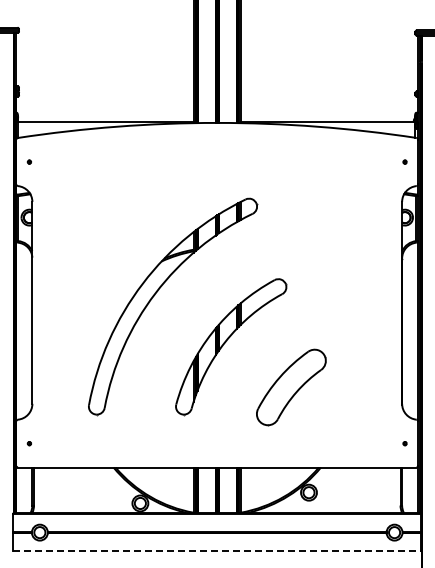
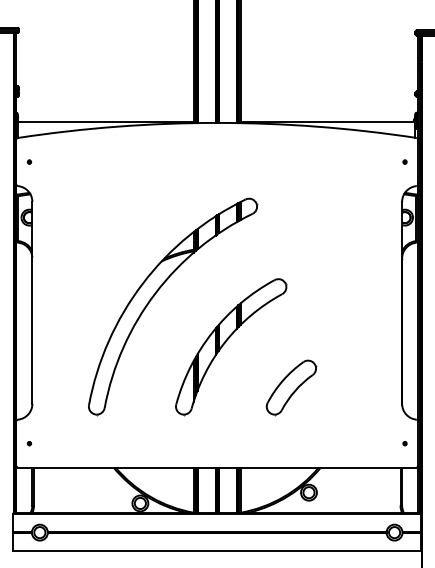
part at (291, 387) size: 71x79 px -> 53x58 px
line at (217, 550): dashed -> solid
